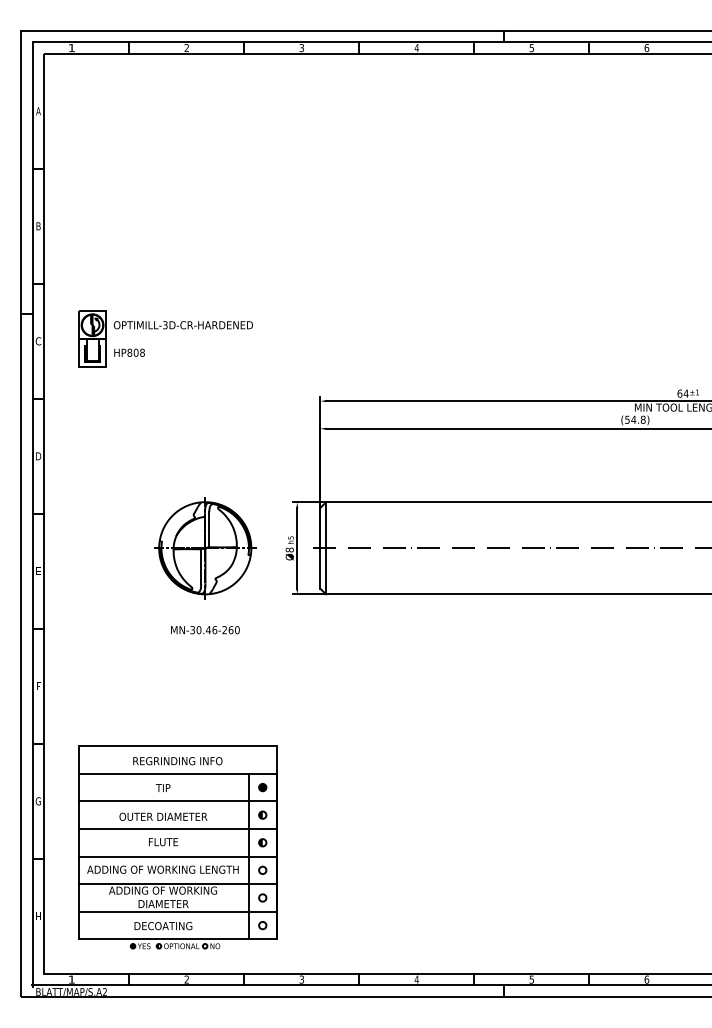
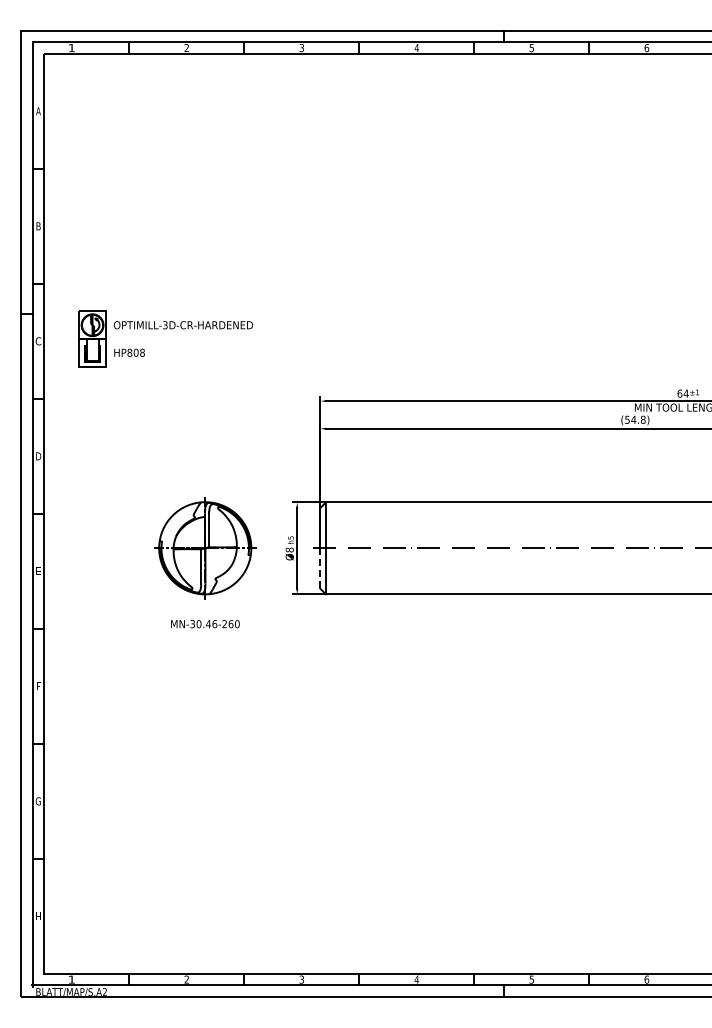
line at (320, 568): solid -> dashed
text at (205, 630) position: (205, 630) -> (205, 624)
part at (177, 847): present -> none
